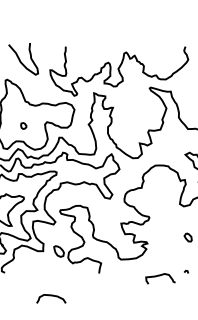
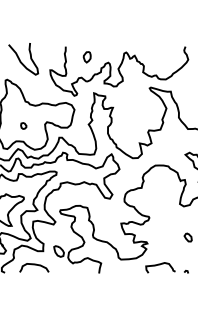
part at (86, 57): none -> present
curve at (160, 276) position: (160, 276) -> (160, 265)
curve at (51, 296) position: (51, 296) -> (34, 265)
